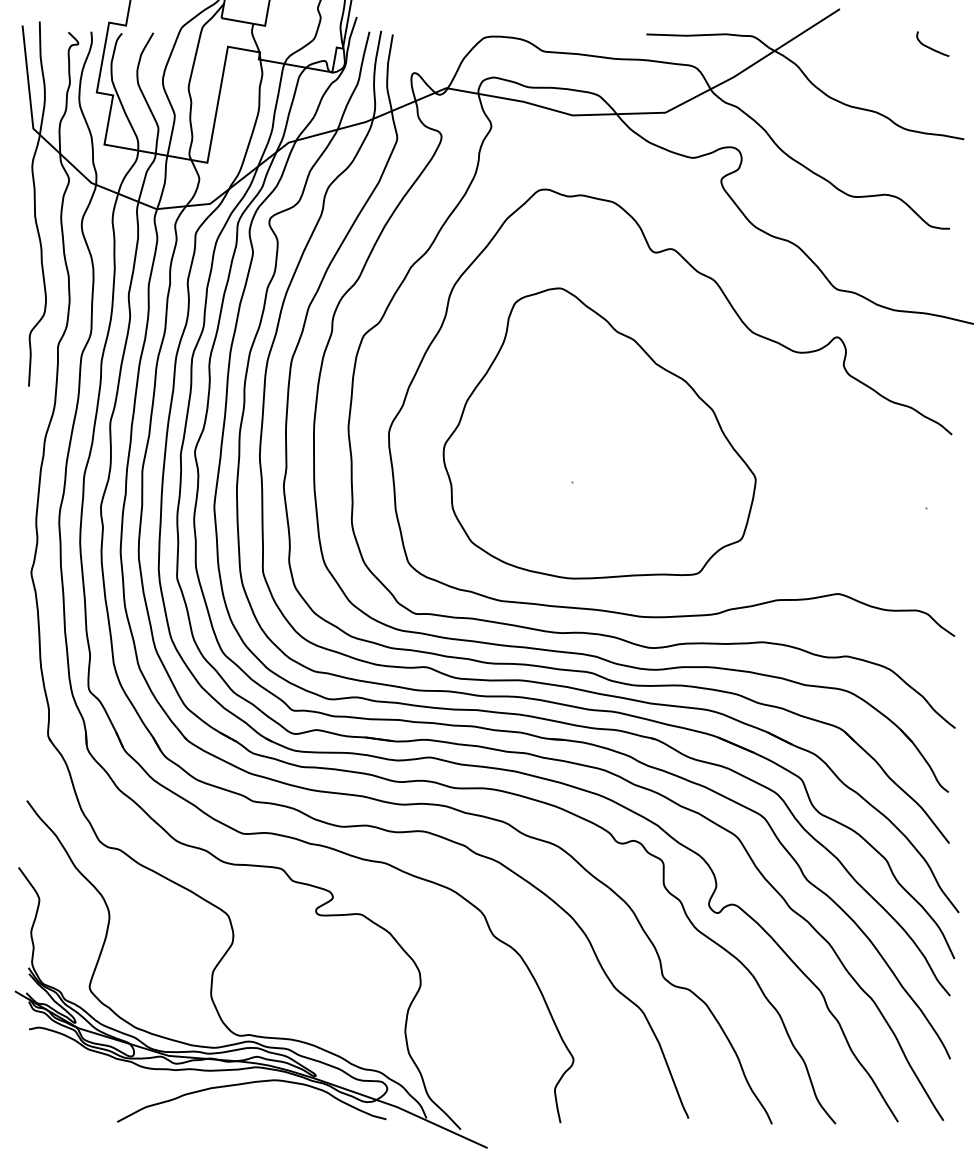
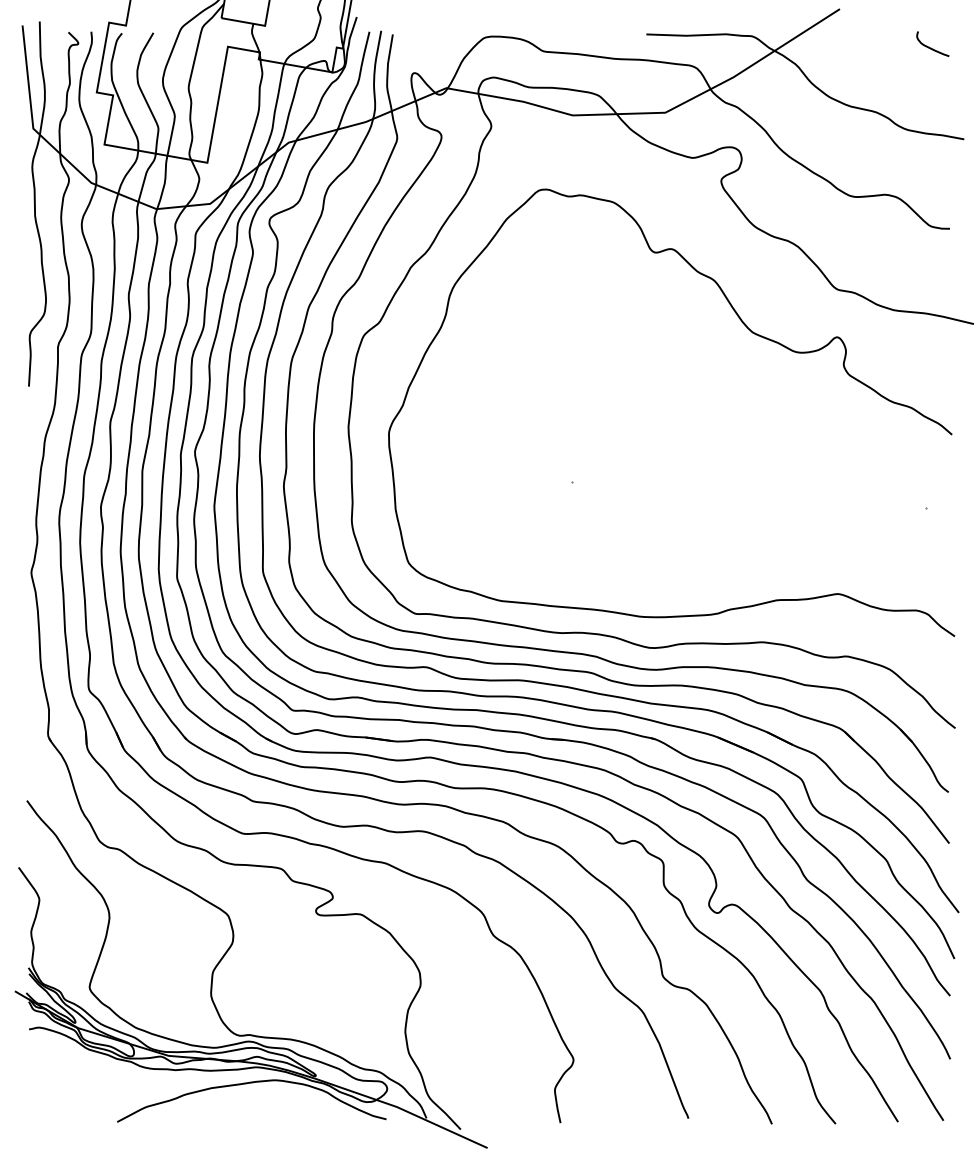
part at (599, 433): present -> none
